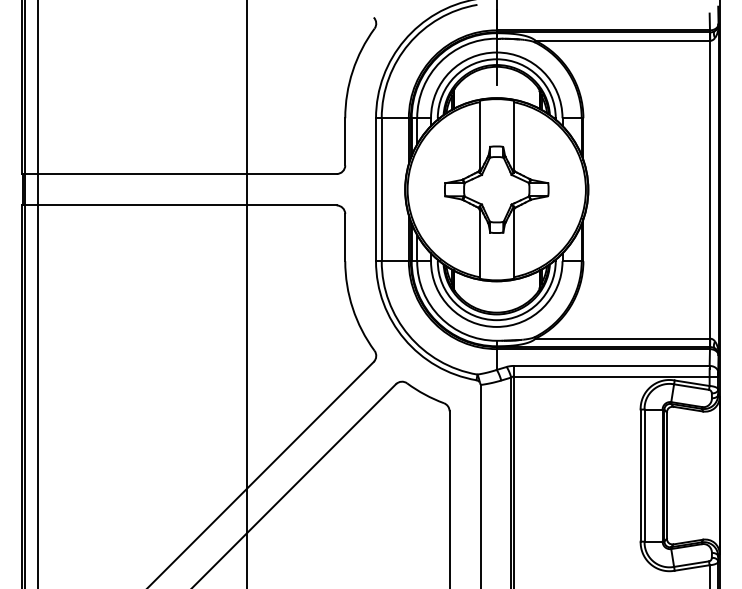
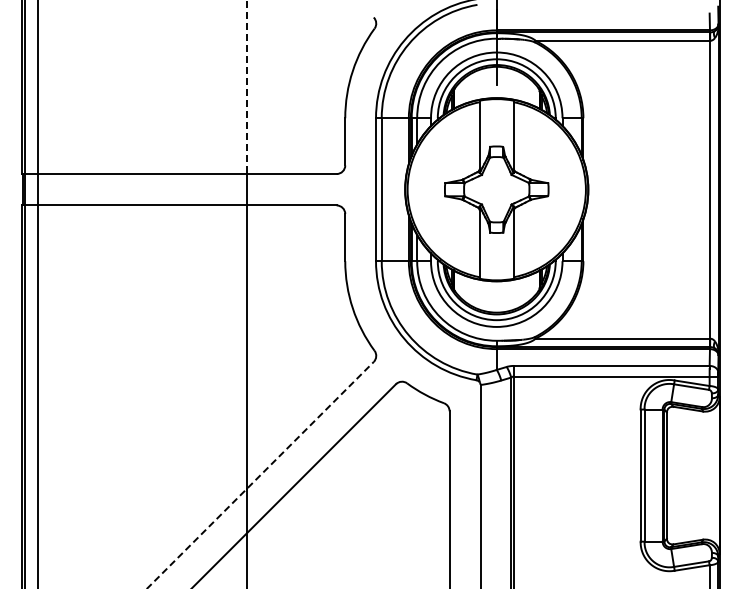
line at (247, 87): solid -> dashed
line at (260, 474): solid -> dashed
